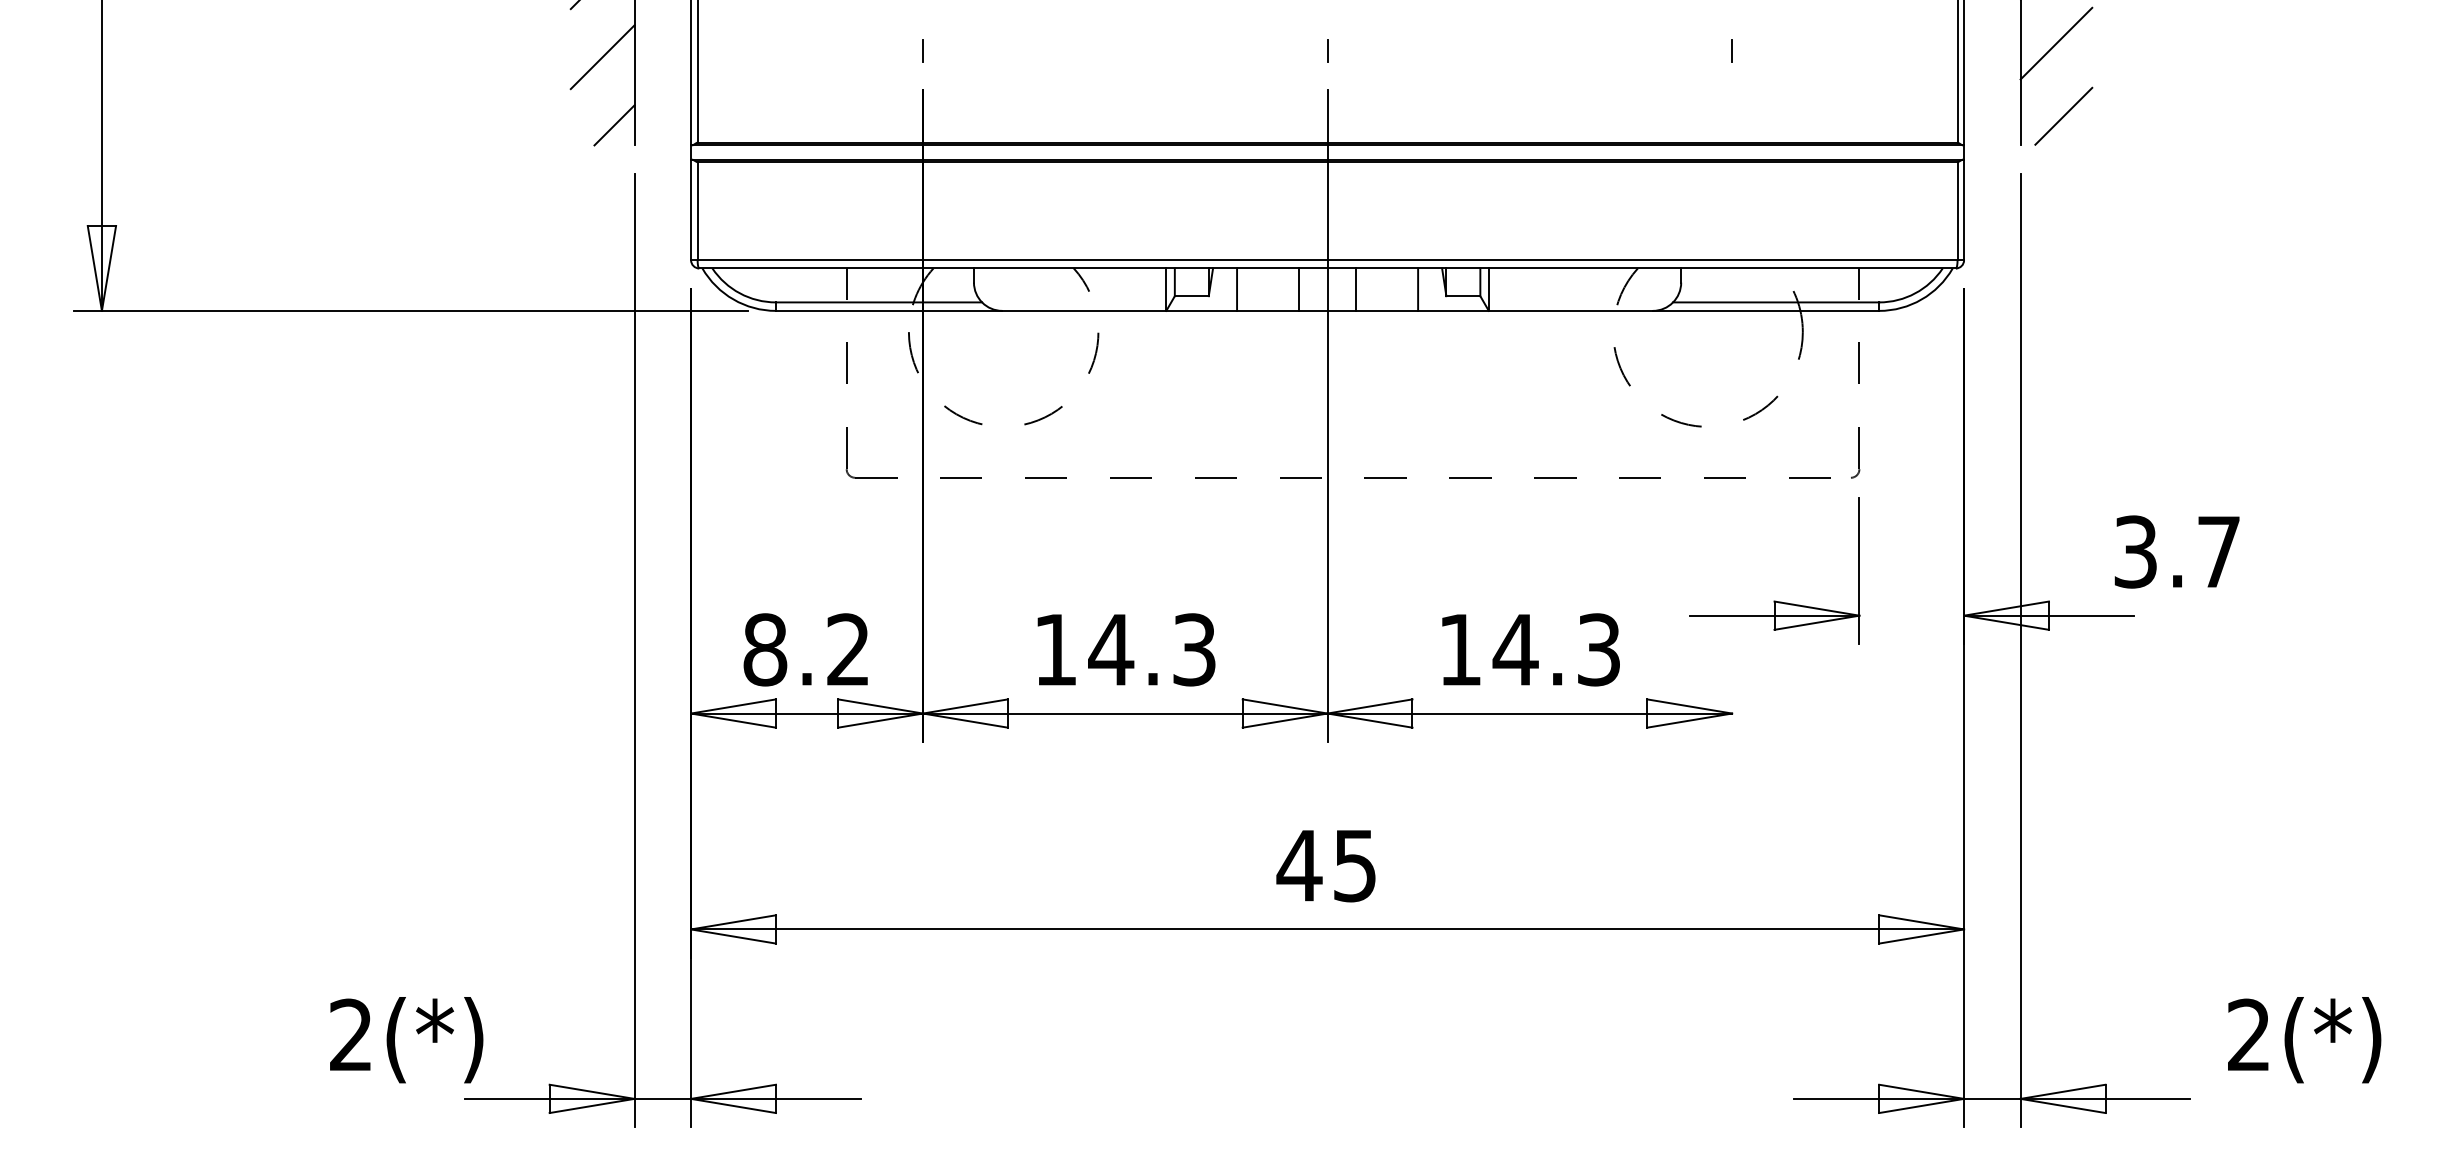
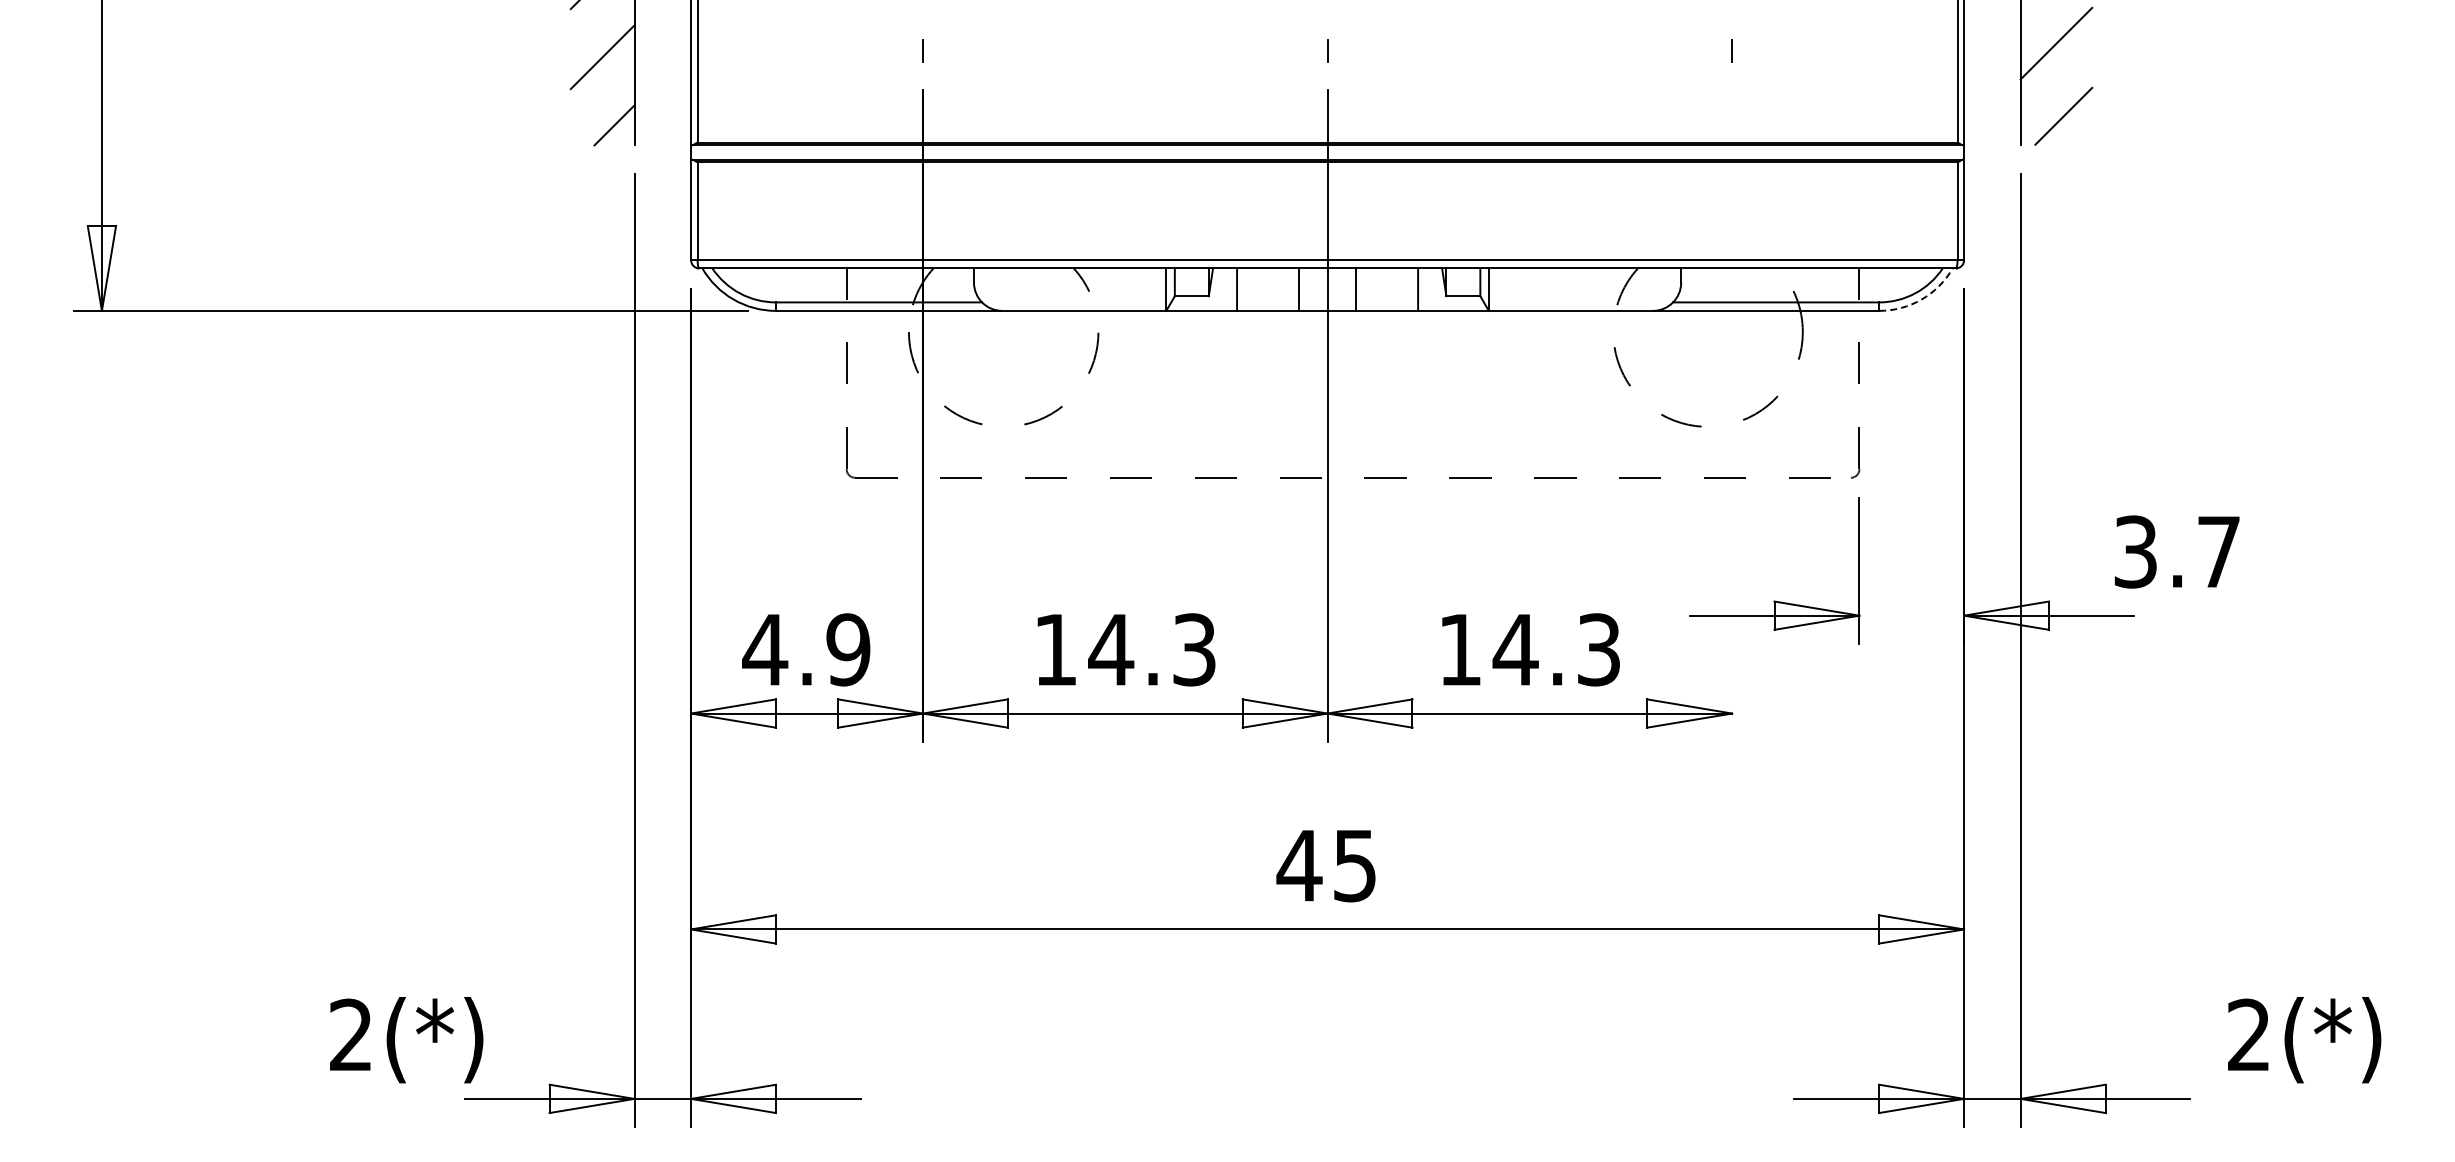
arc at (1921, 299): solid -> dashed
text at (806, 649): 8.2 -> 4.9
